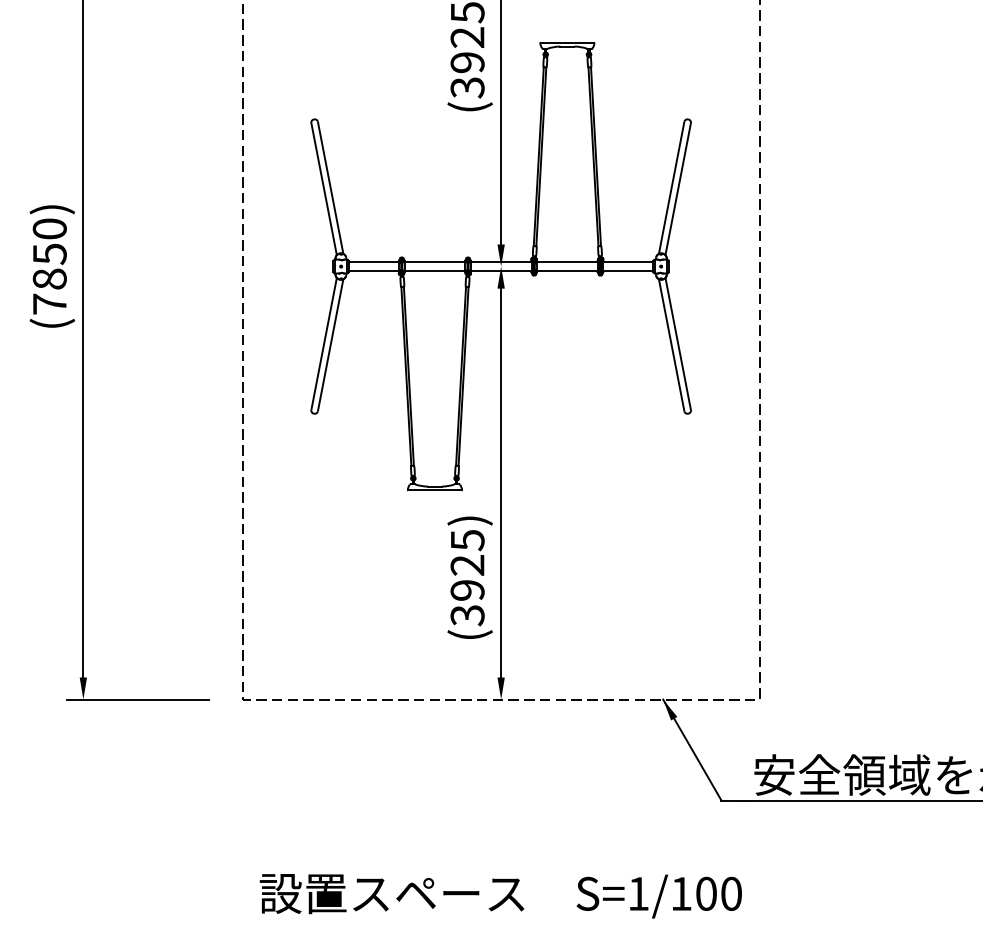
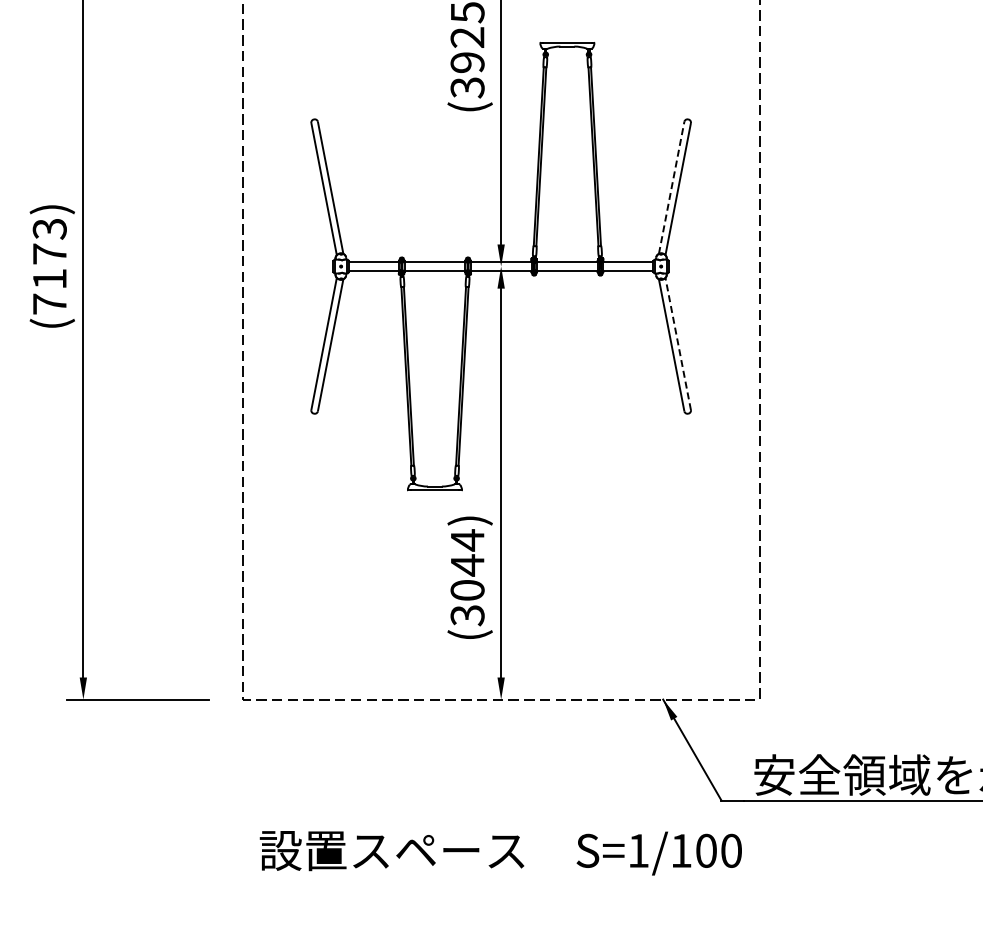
line at (671, 187): solid -> dashed
text at (49, 253): (7850) -> (7173)
line at (678, 343): solid -> dashed
text at (467, 564): (3925) -> (3044)
text at (500, 896) position: (500, 896) -> (500, 853)
